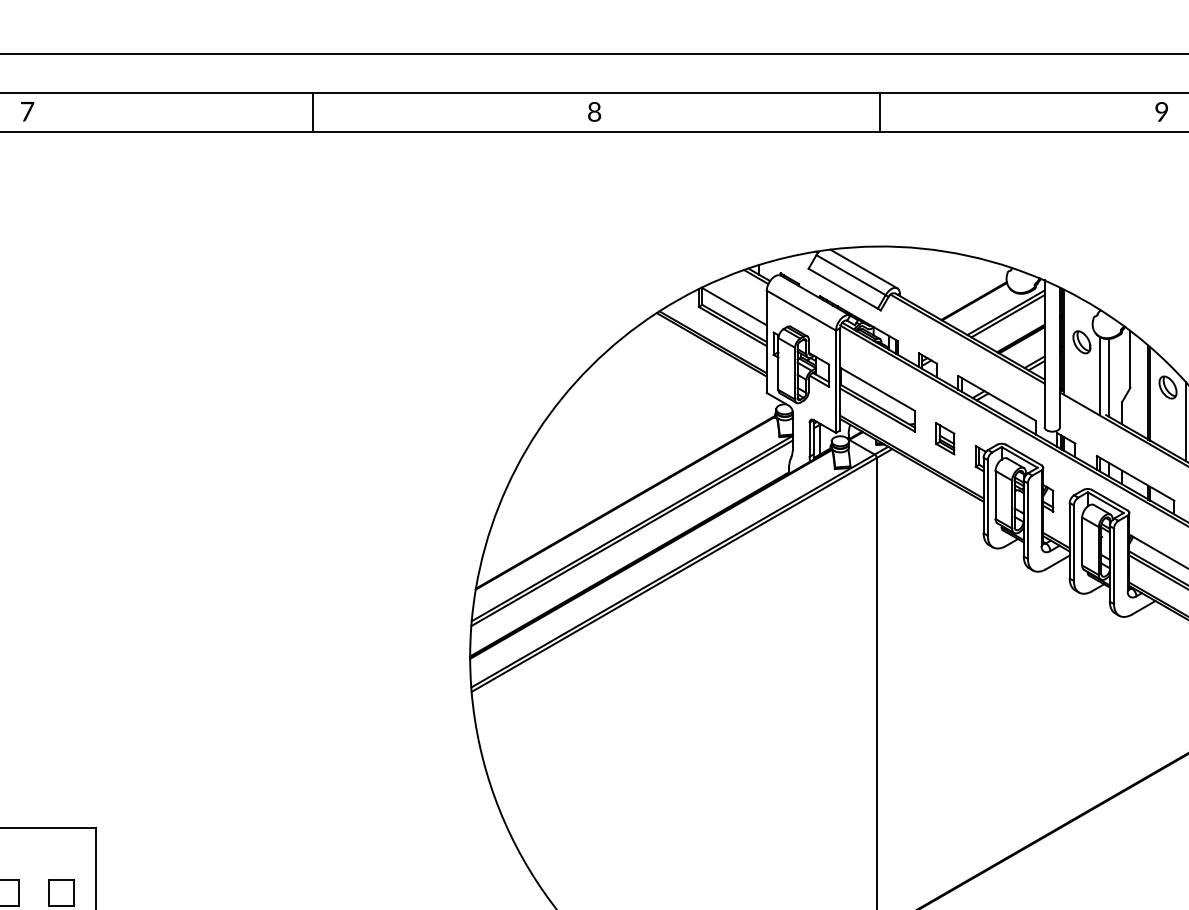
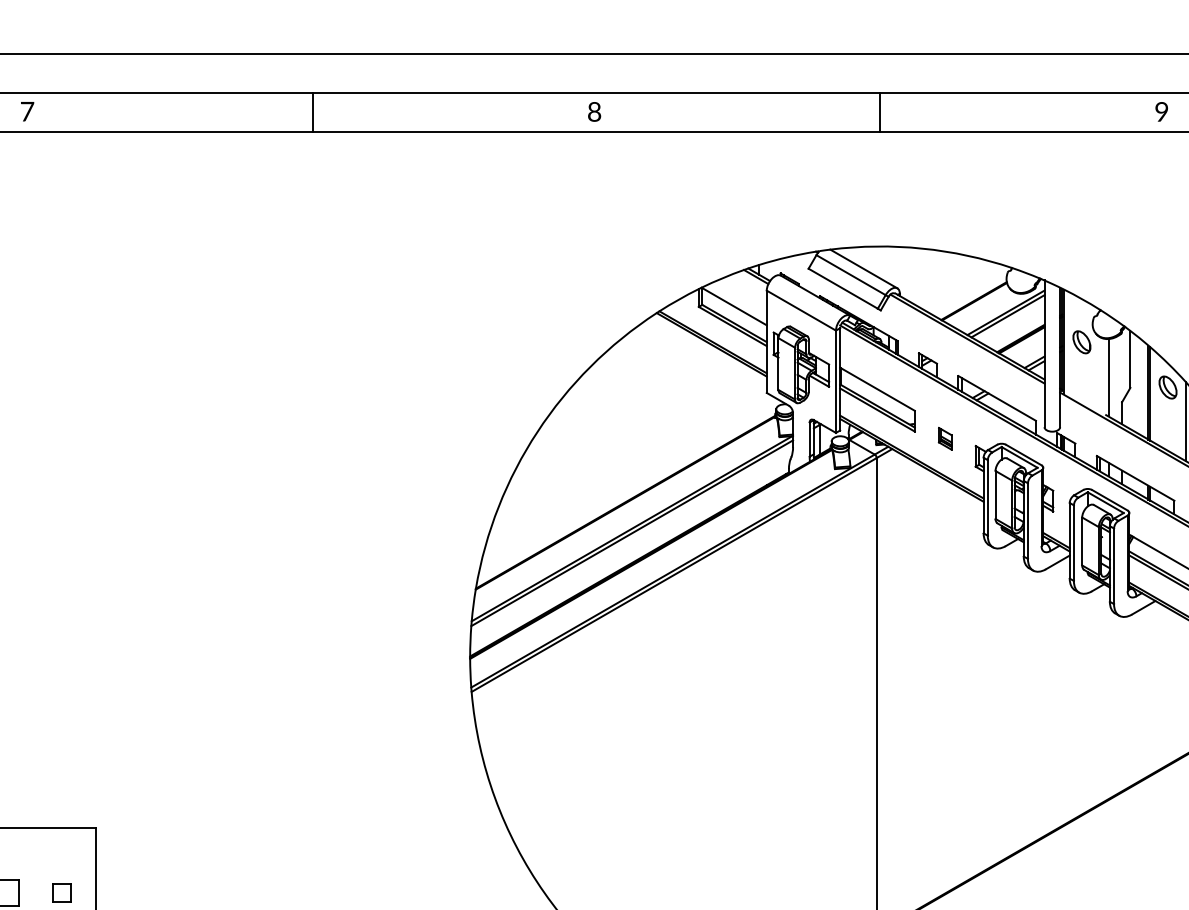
line at (1099, 375): present -> none
part at (945, 438) size: 21x34 px -> 16x25 px
part at (61, 892) size: 27x28 px -> 20x20 px
